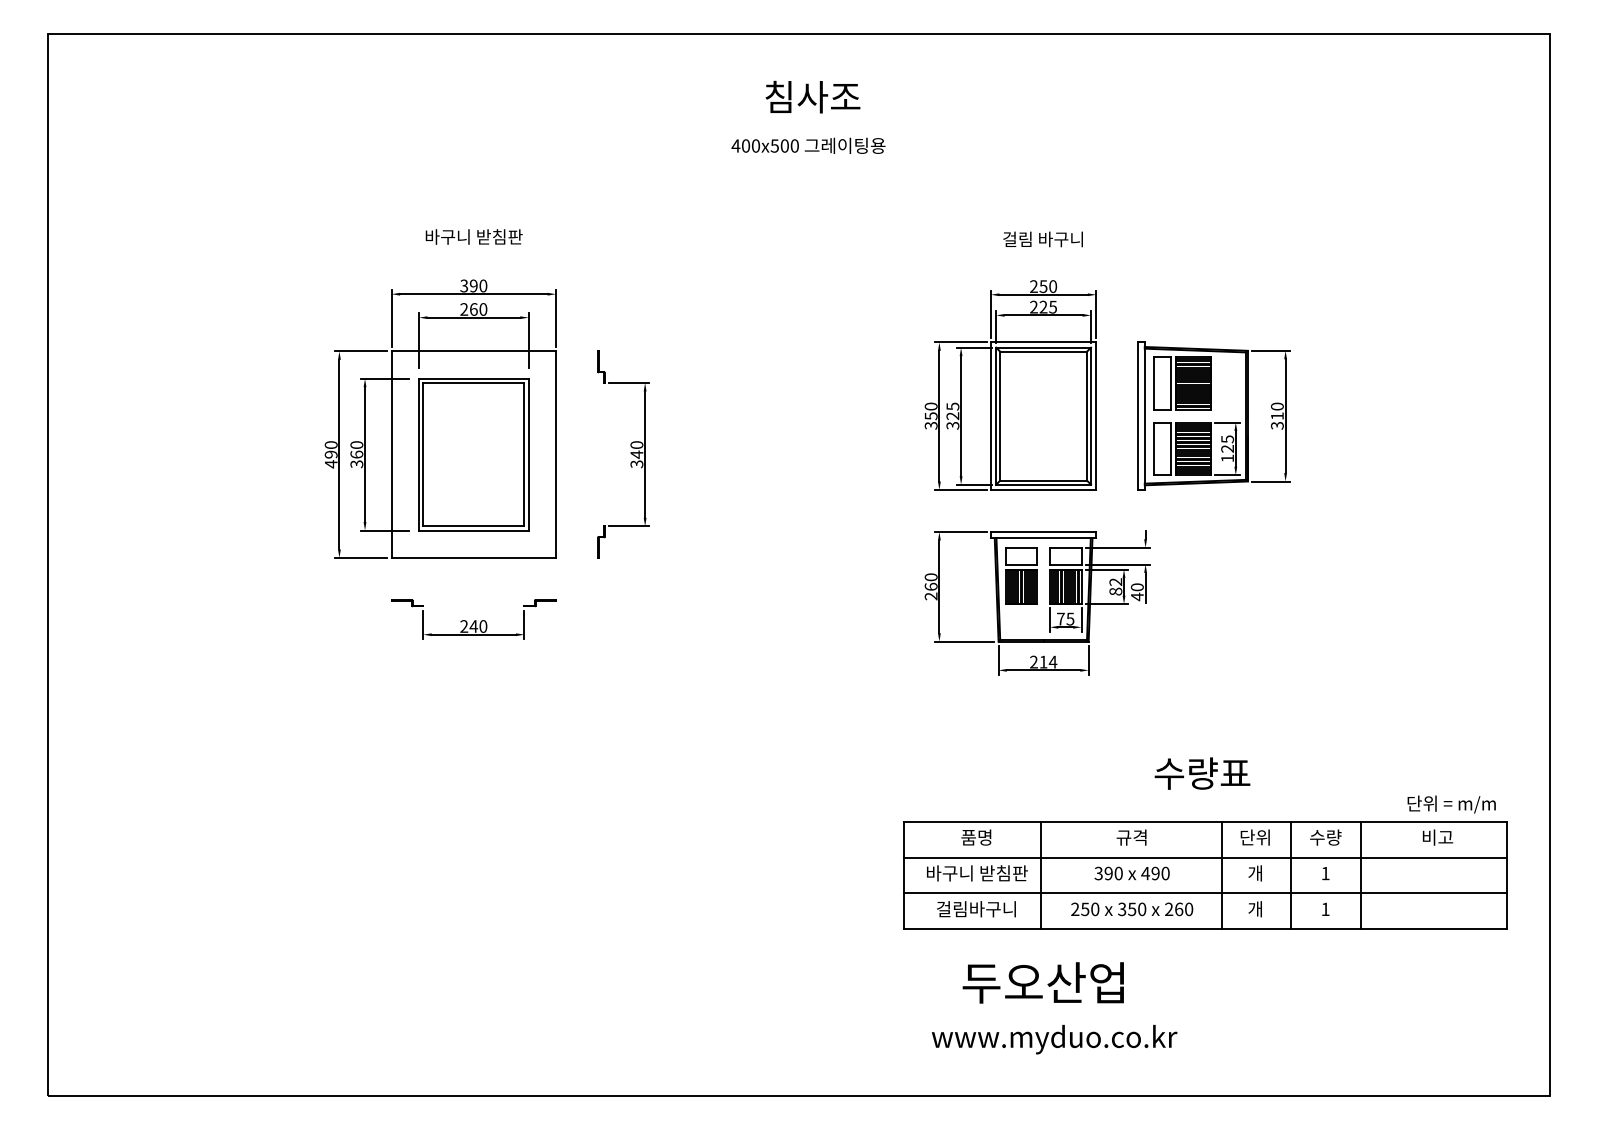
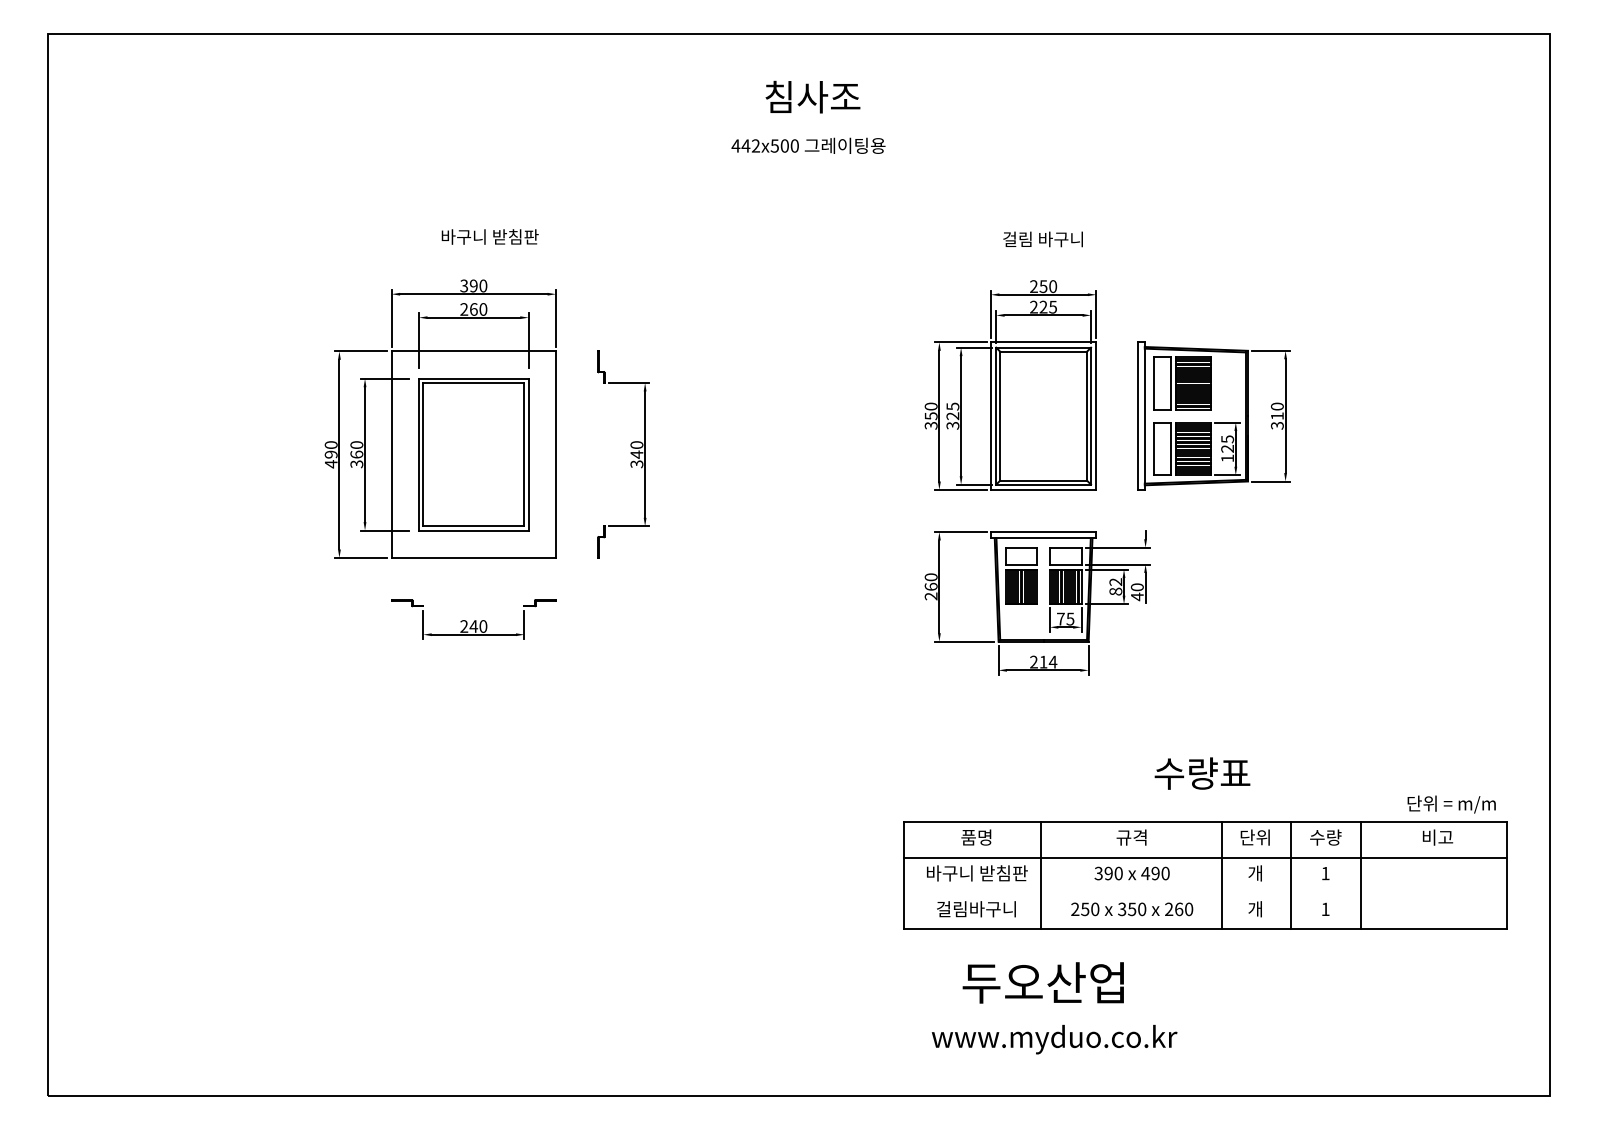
text at (750, 145): 400x500 -> 442x500
text at (473, 236) position: (473, 236) -> (489, 236)
line at (1204, 893): present -> none
